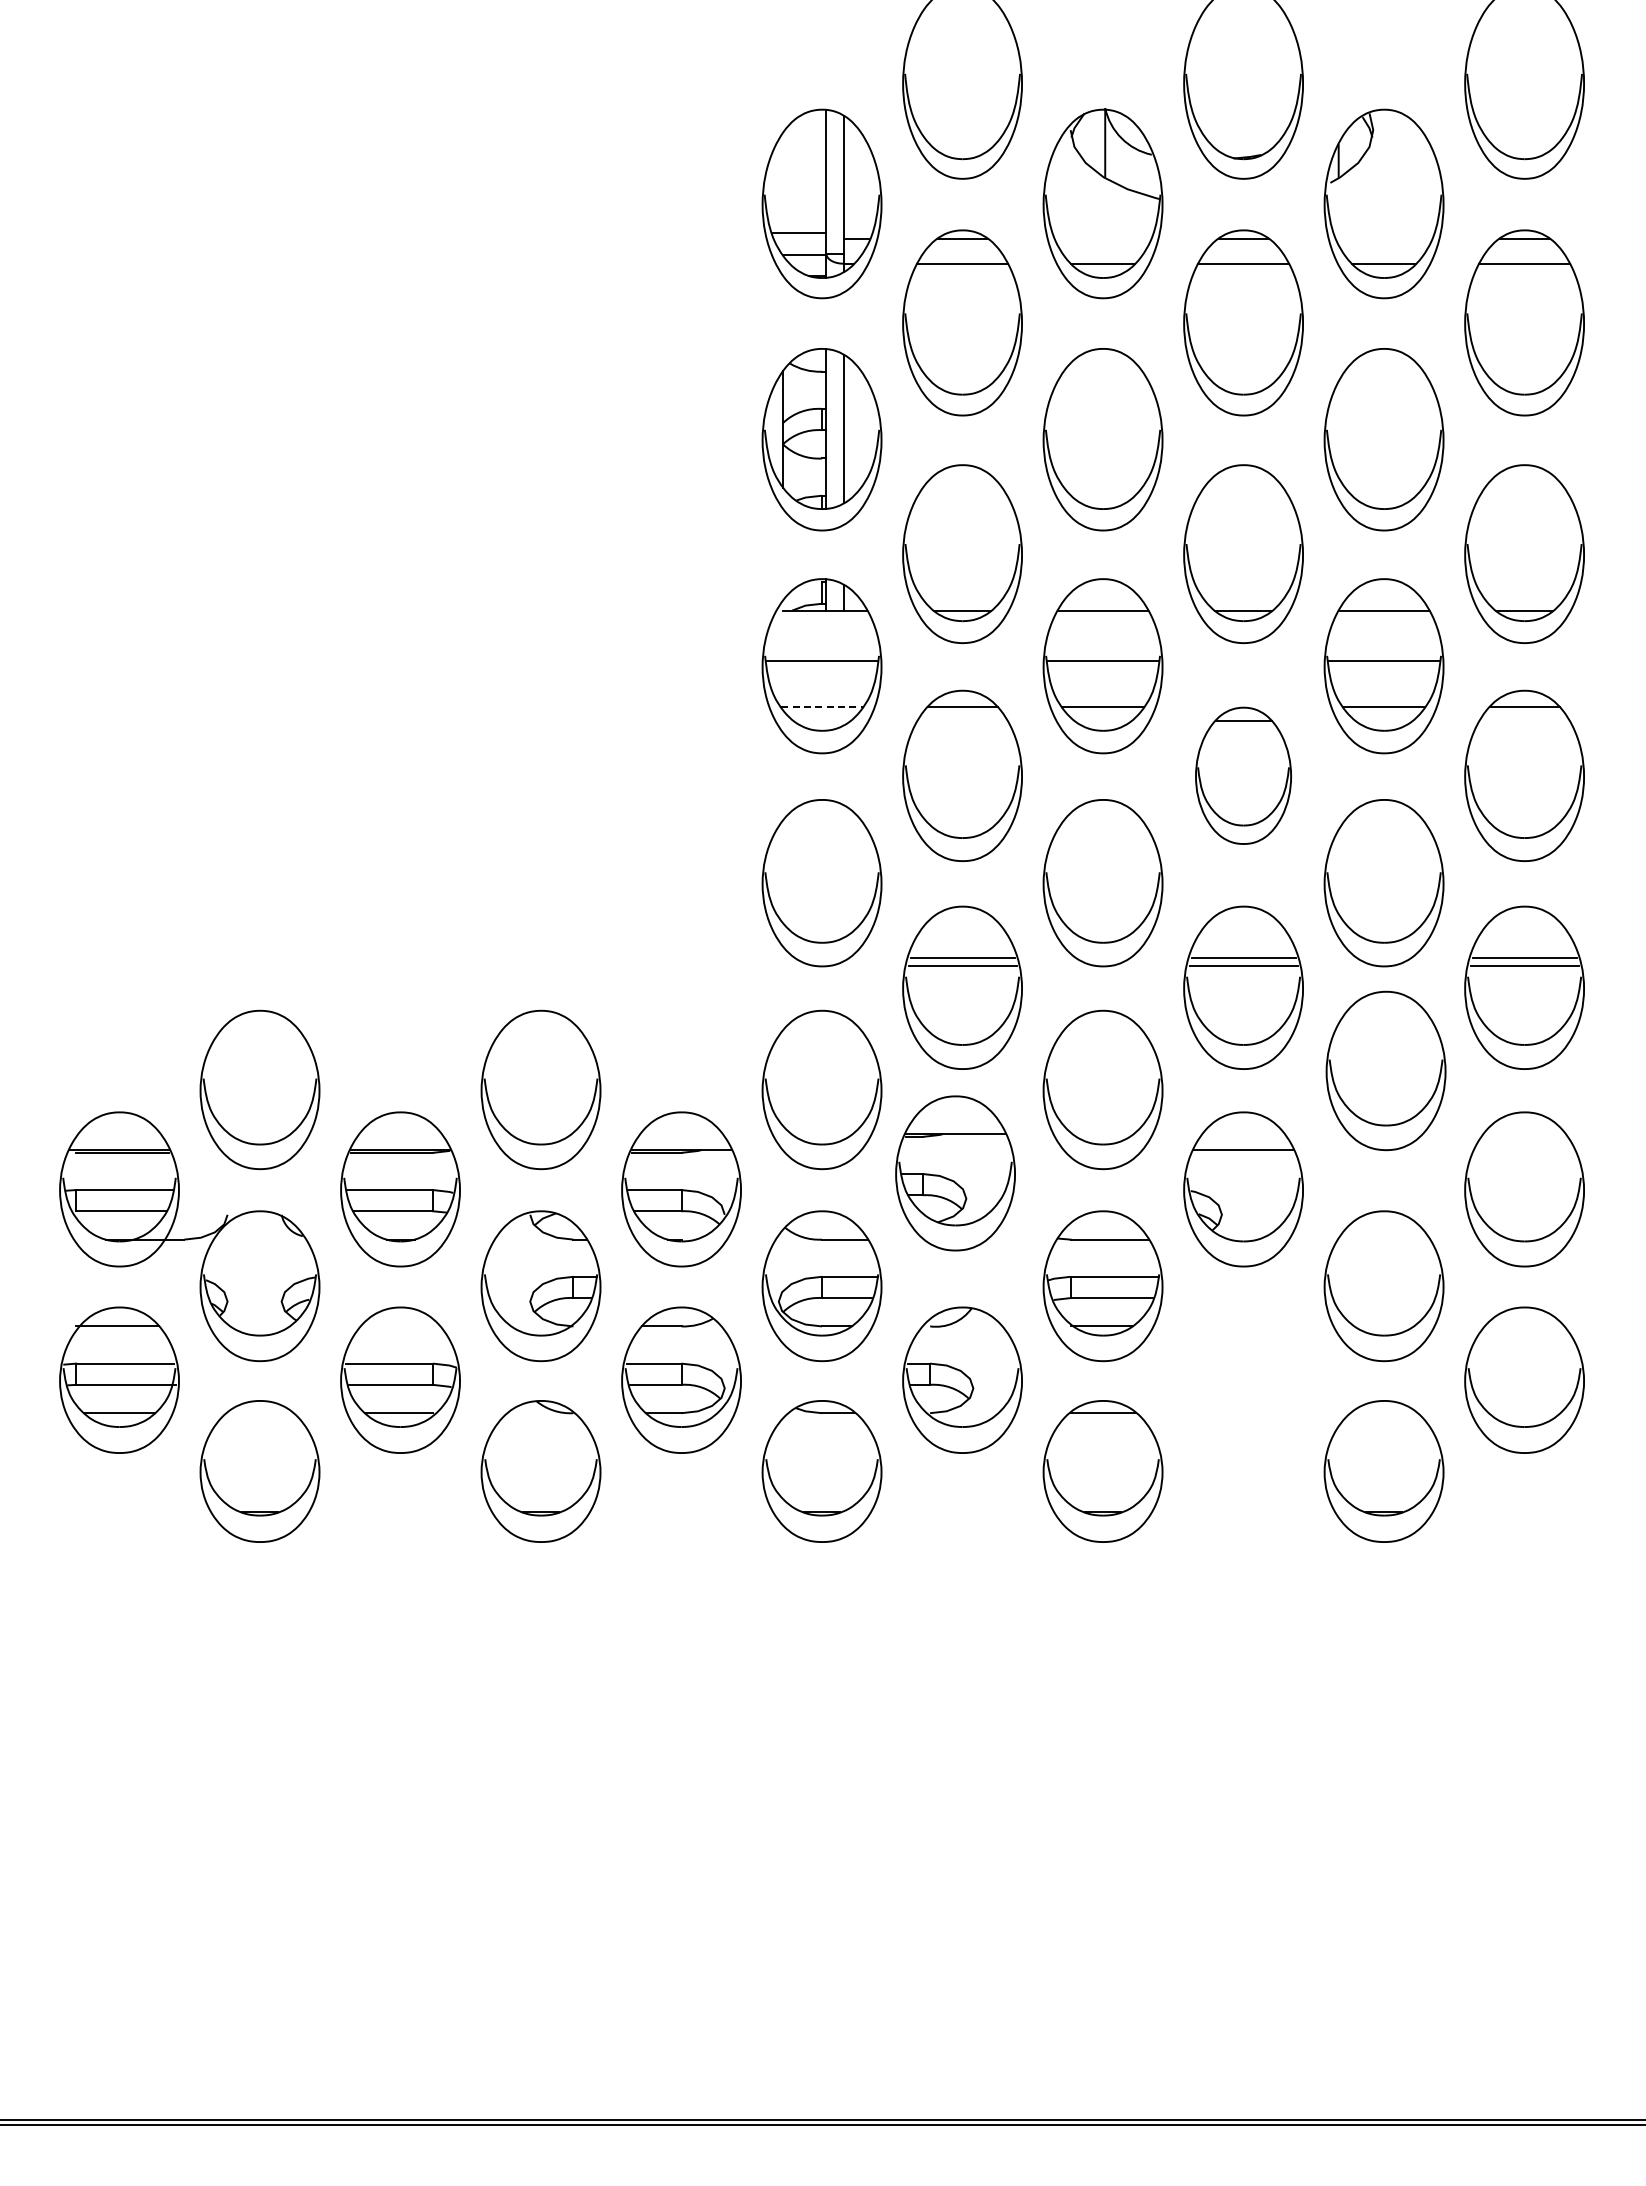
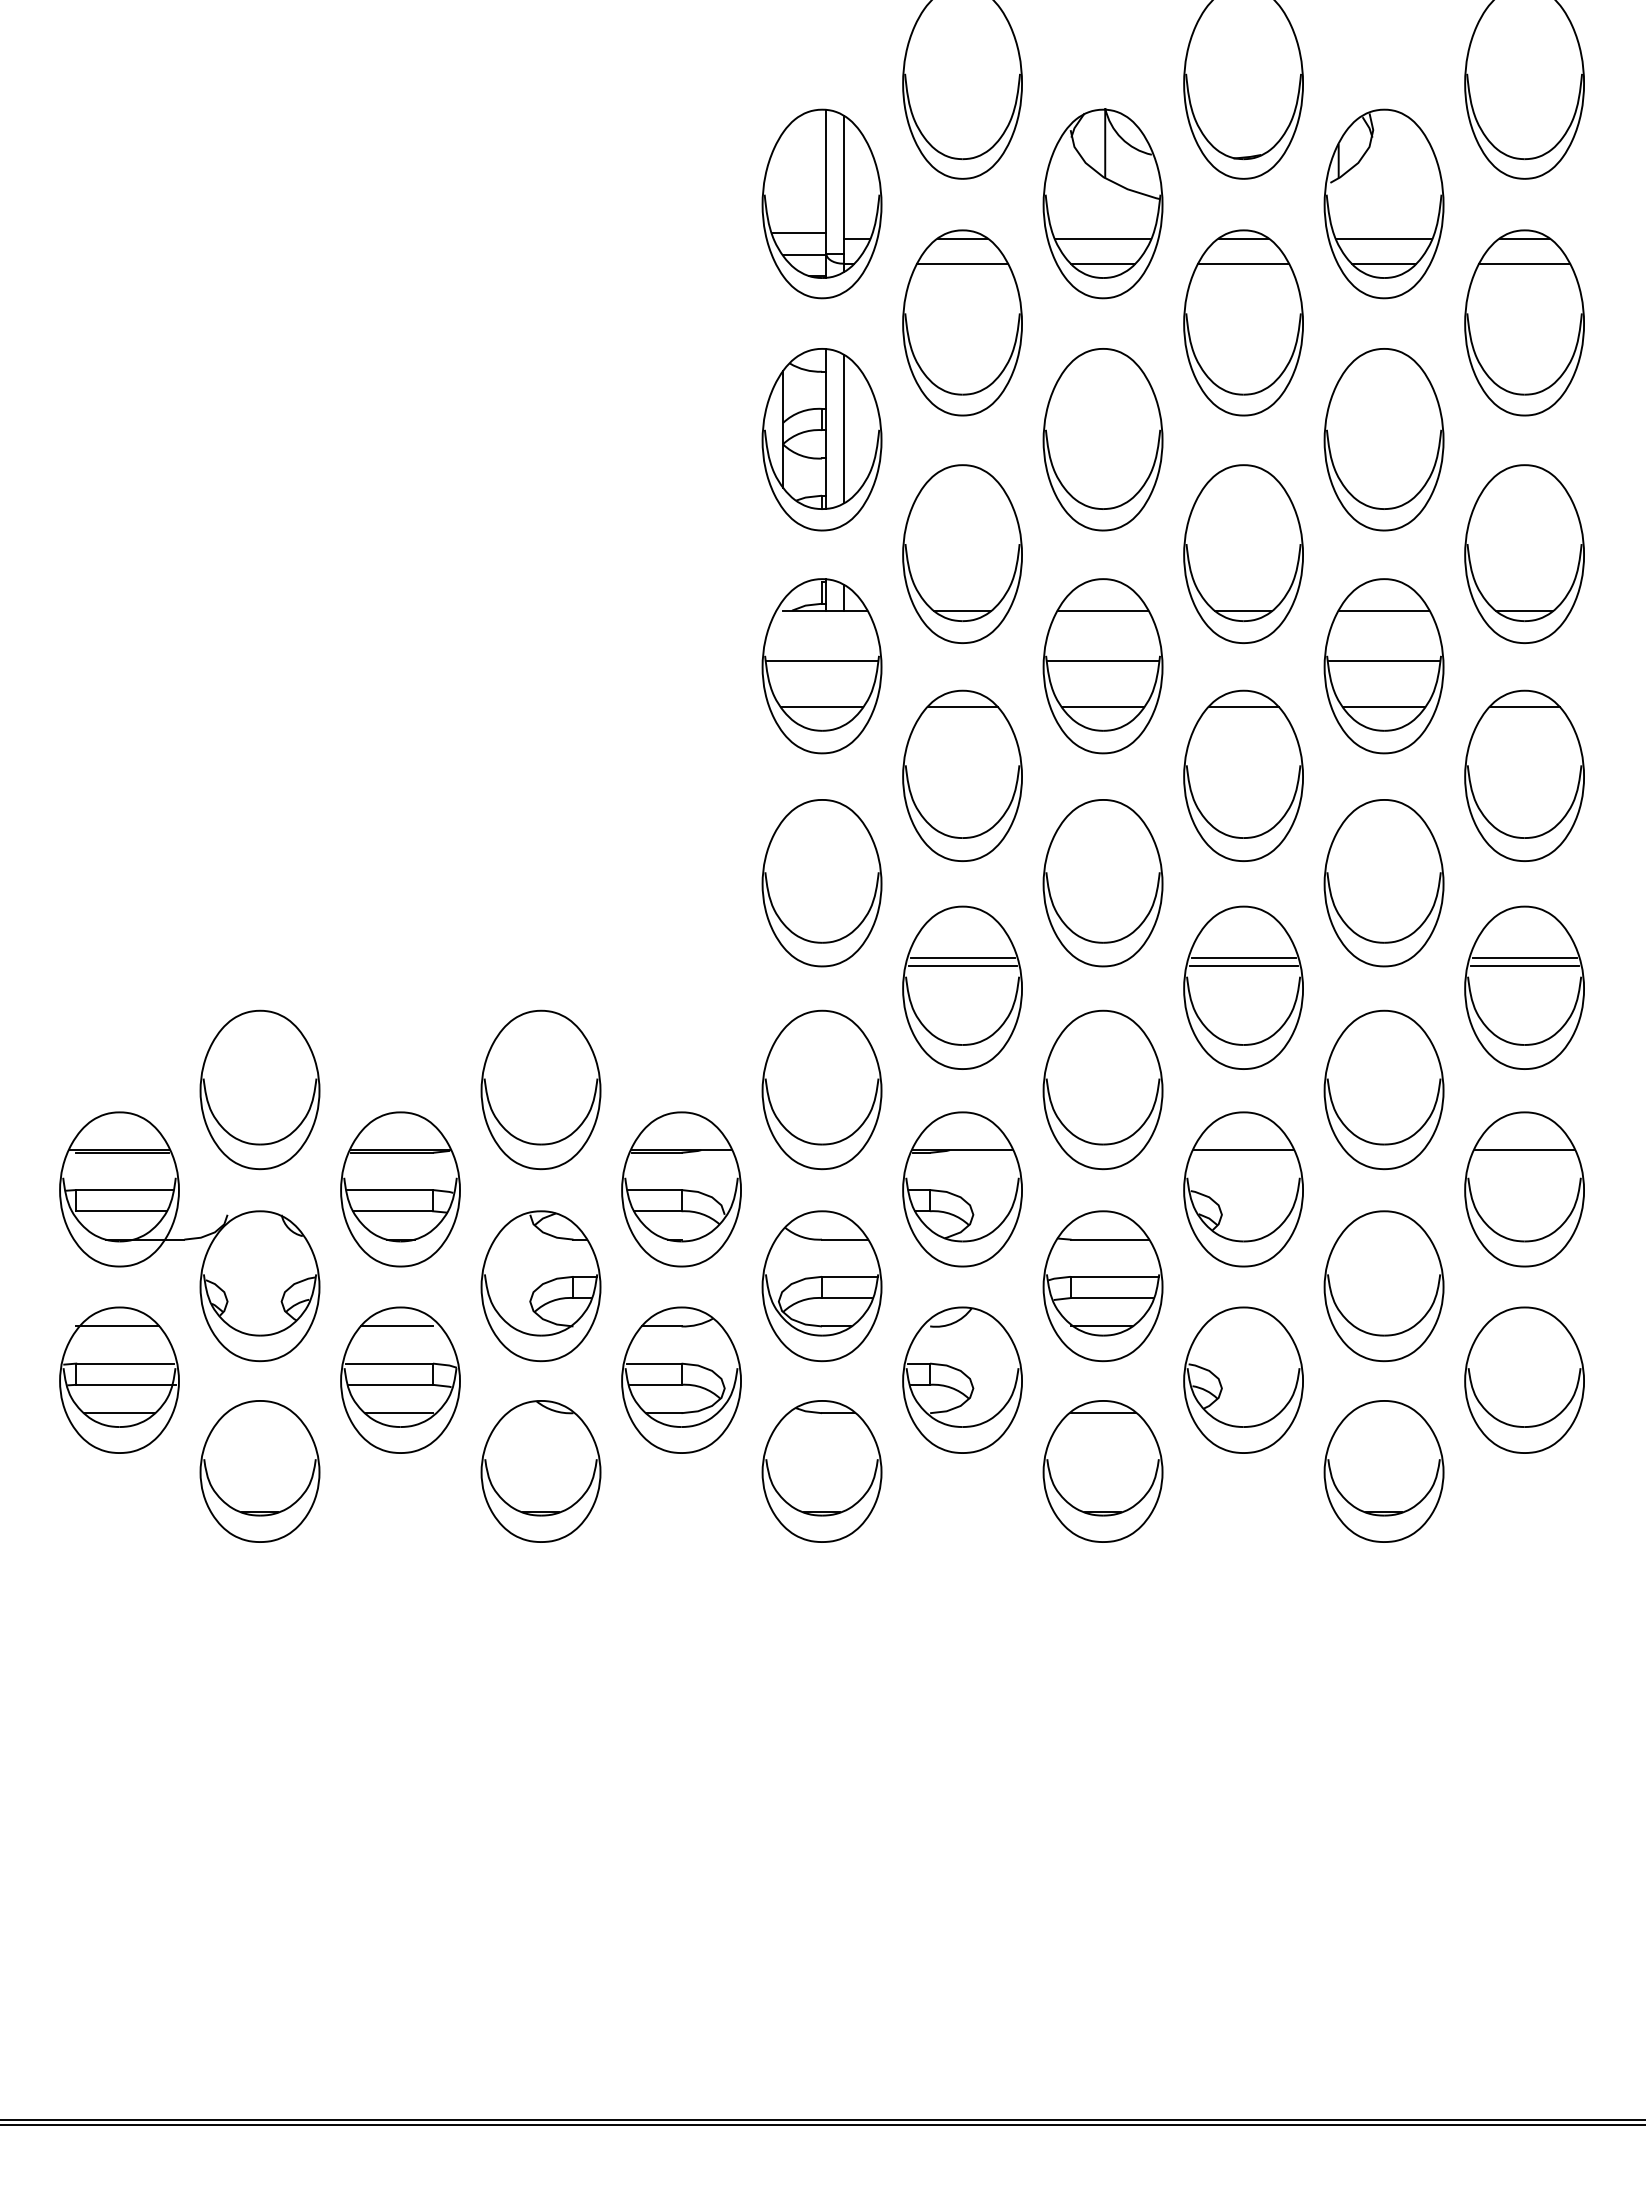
line at (1102, 238): none -> present
line at (1384, 238): none -> present
line at (822, 707): dashed -> solid
part at (1243, 775) size: 97x139 px -> 121x173 px
part at (1385, 1070) position: (1385, 1070) -> (1383, 1089)
line at (1524, 1150): none -> present
part at (955, 1173) position: (955, 1173) -> (962, 1189)
line at (396, 1326): none -> present
part at (1243, 1379): none -> present
